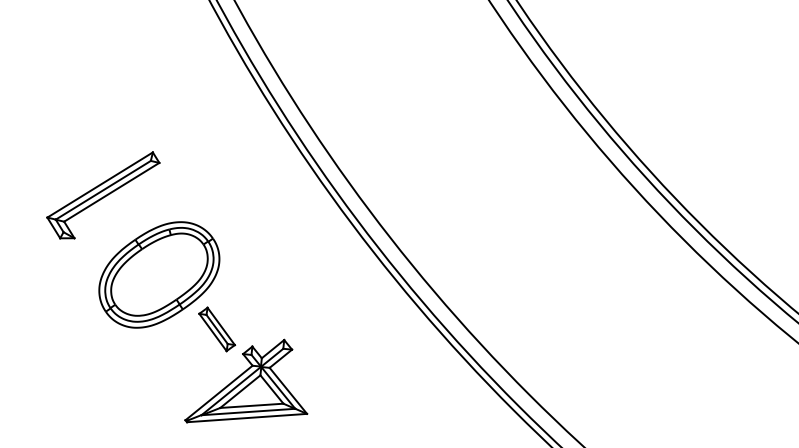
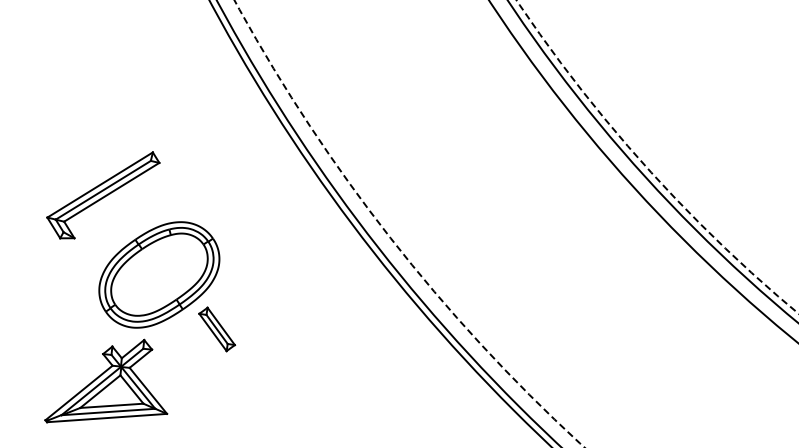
circle at (657, 156): solid -> dashed
arc at (390, 238): solid -> dashed
part at (246, 380) position: (246, 380) -> (106, 380)
